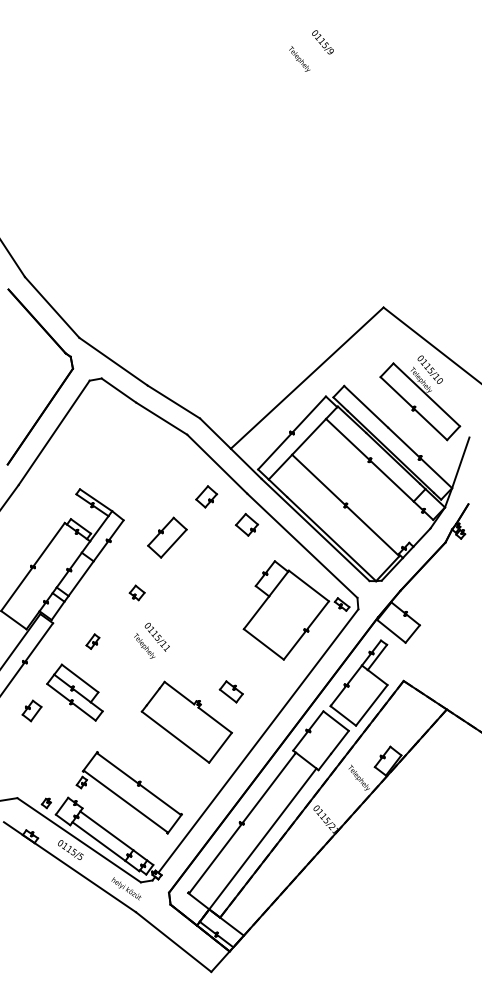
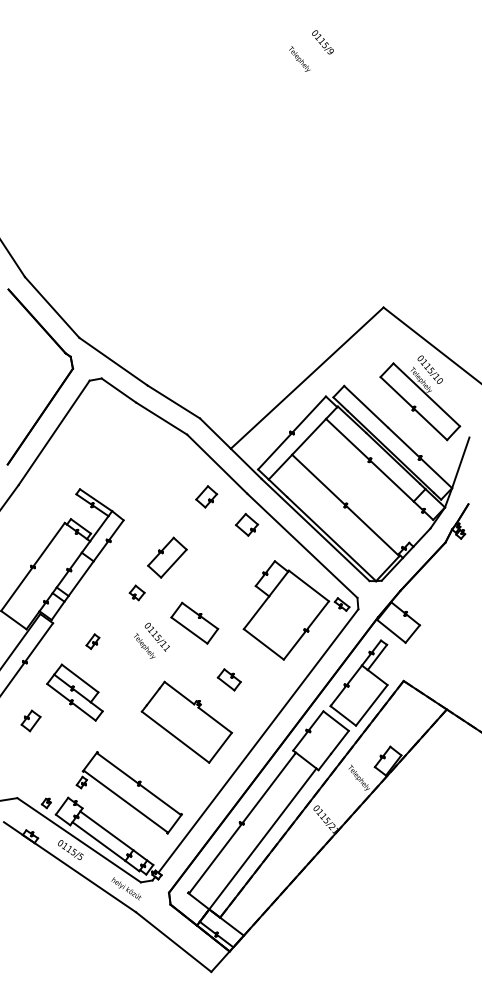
part at (167, 537) position: (167, 537) -> (167, 557)
part at (194, 622): none -> present
part at (230, 691) position: (230, 691) -> (228, 679)
part at (31, 710) position: (31, 710) -> (30, 720)
